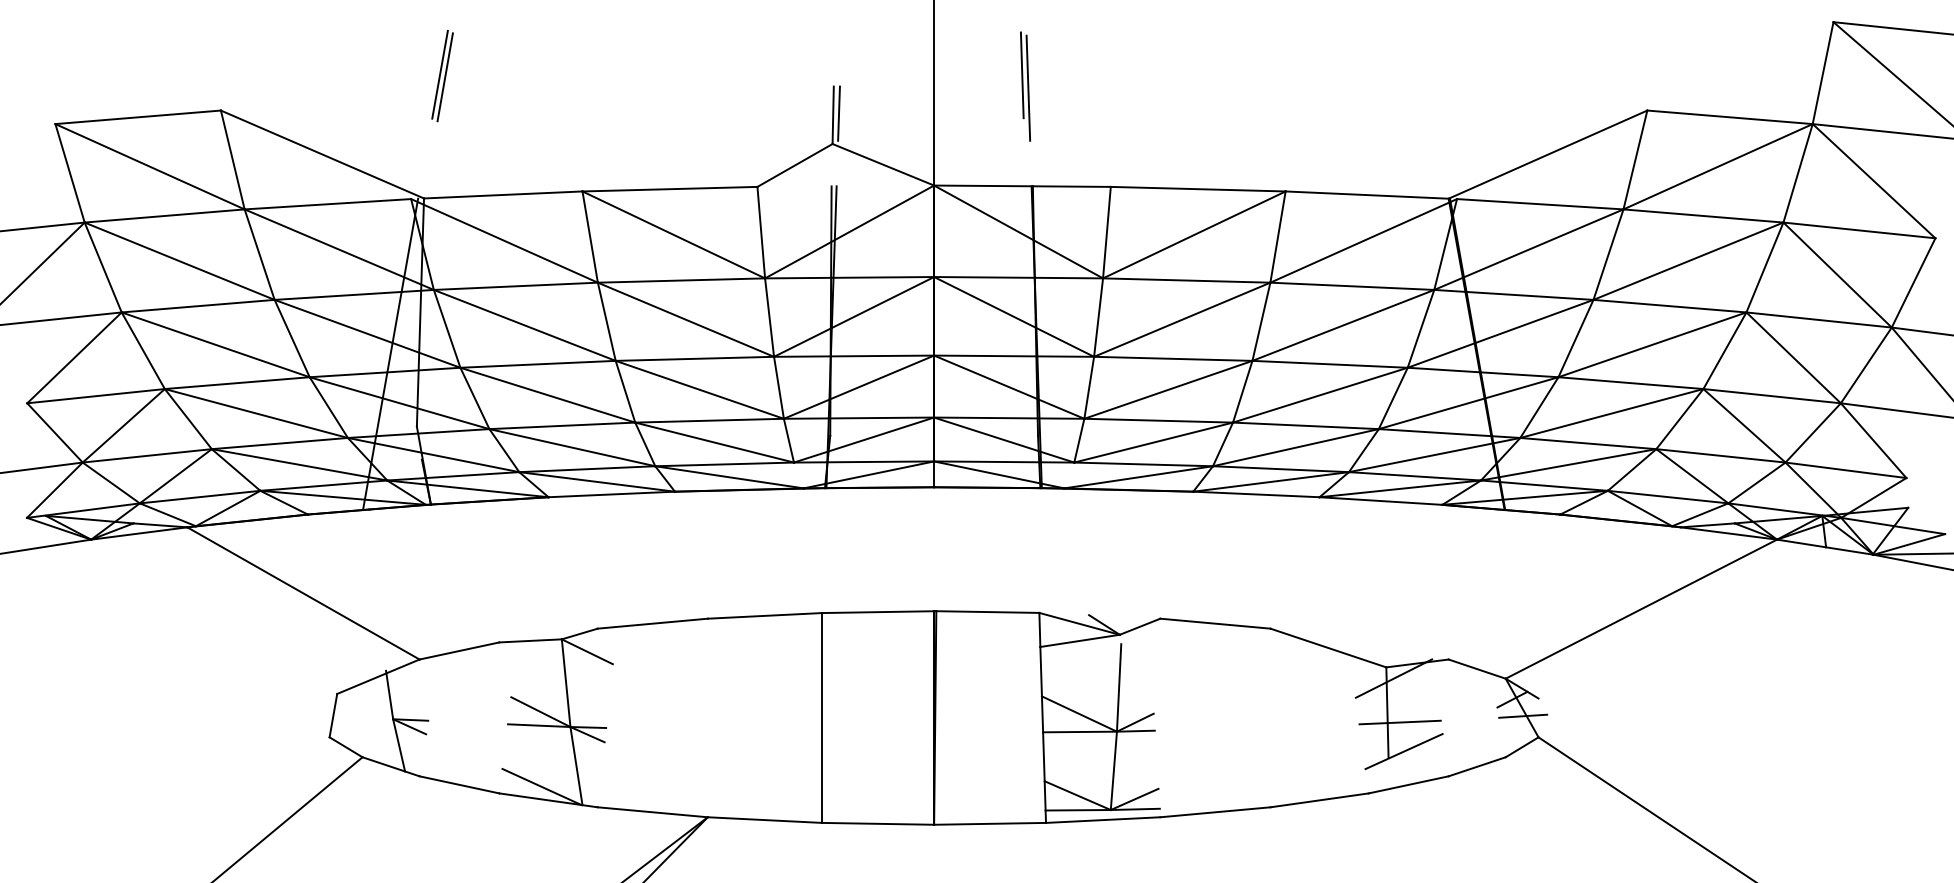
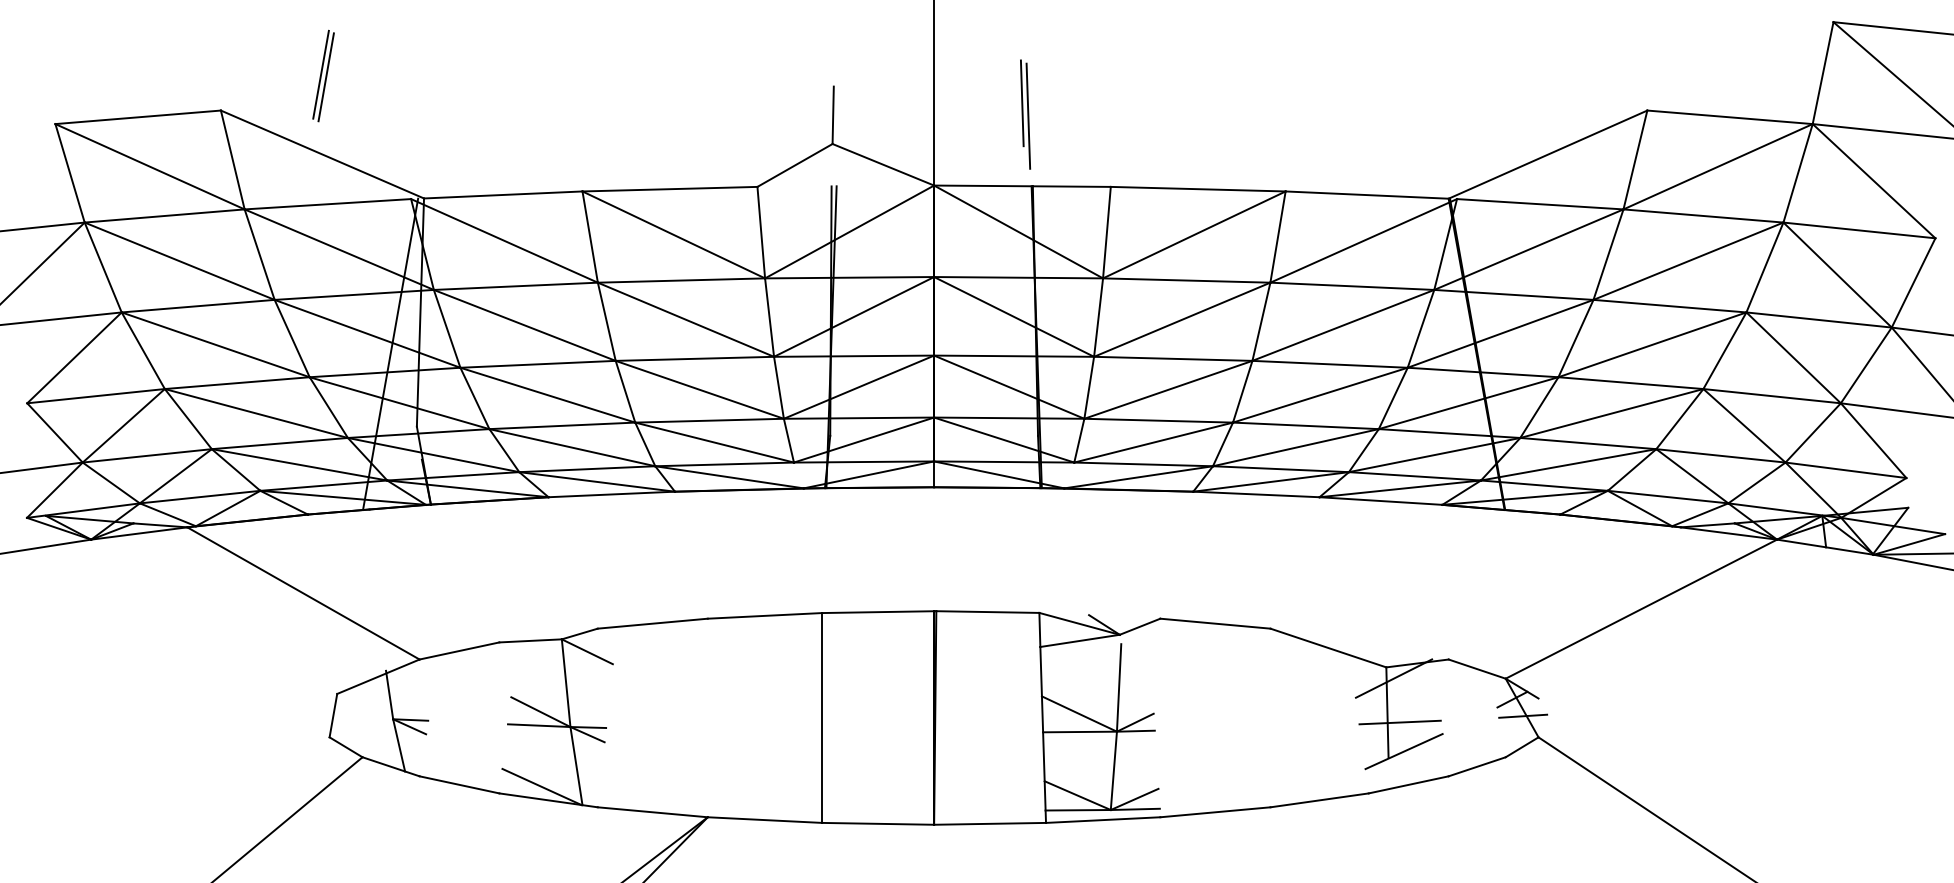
part at (442, 75) position: (442, 75) -> (323, 75)
part at (1025, 86) position: (1025, 86) -> (1025, 114)
line at (838, 113): present -> none
